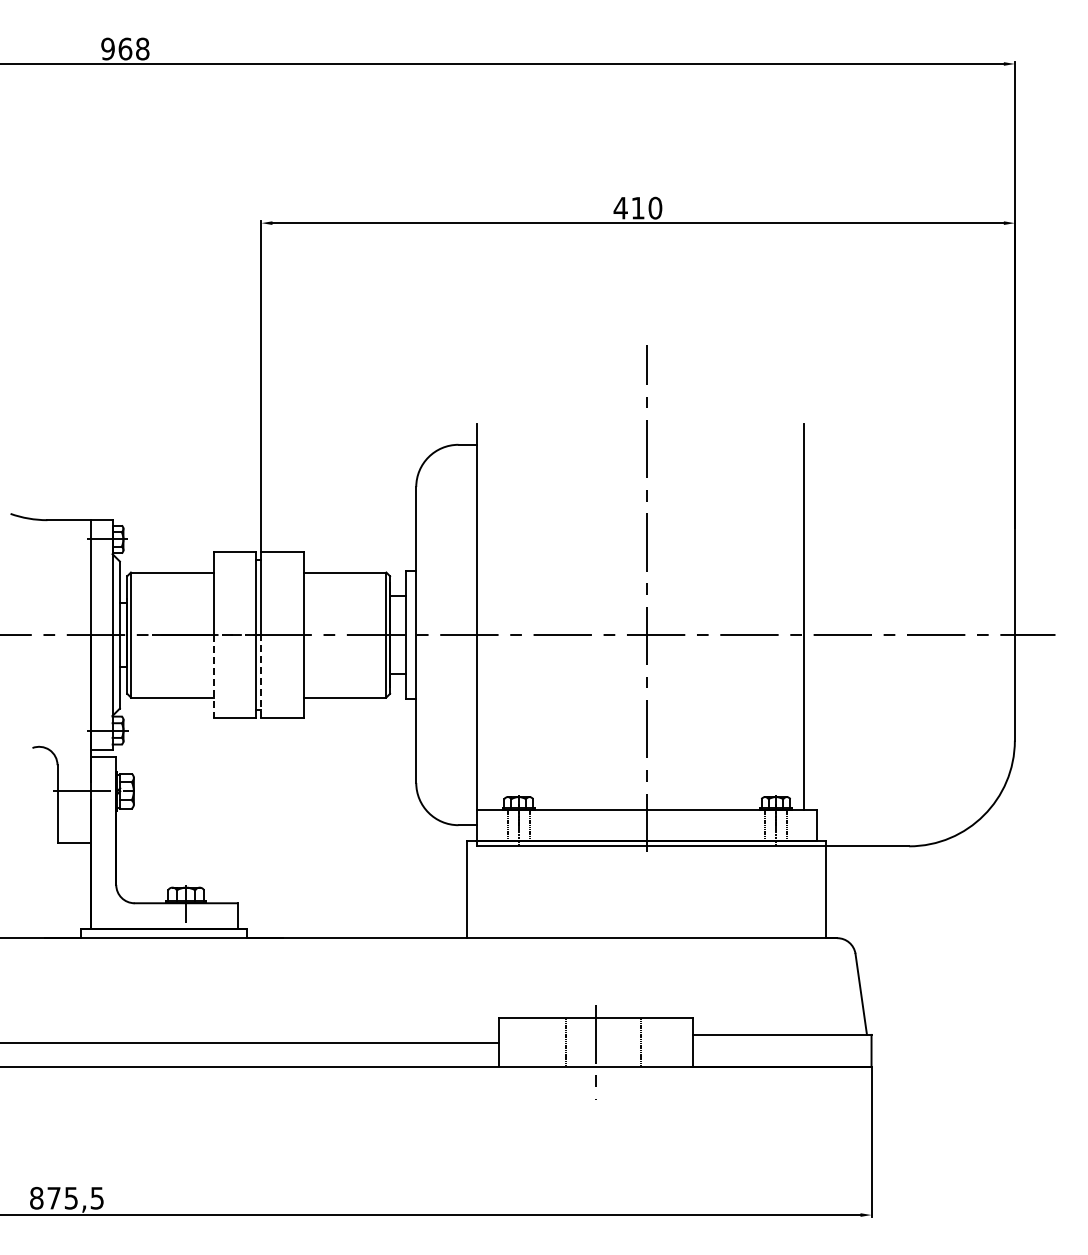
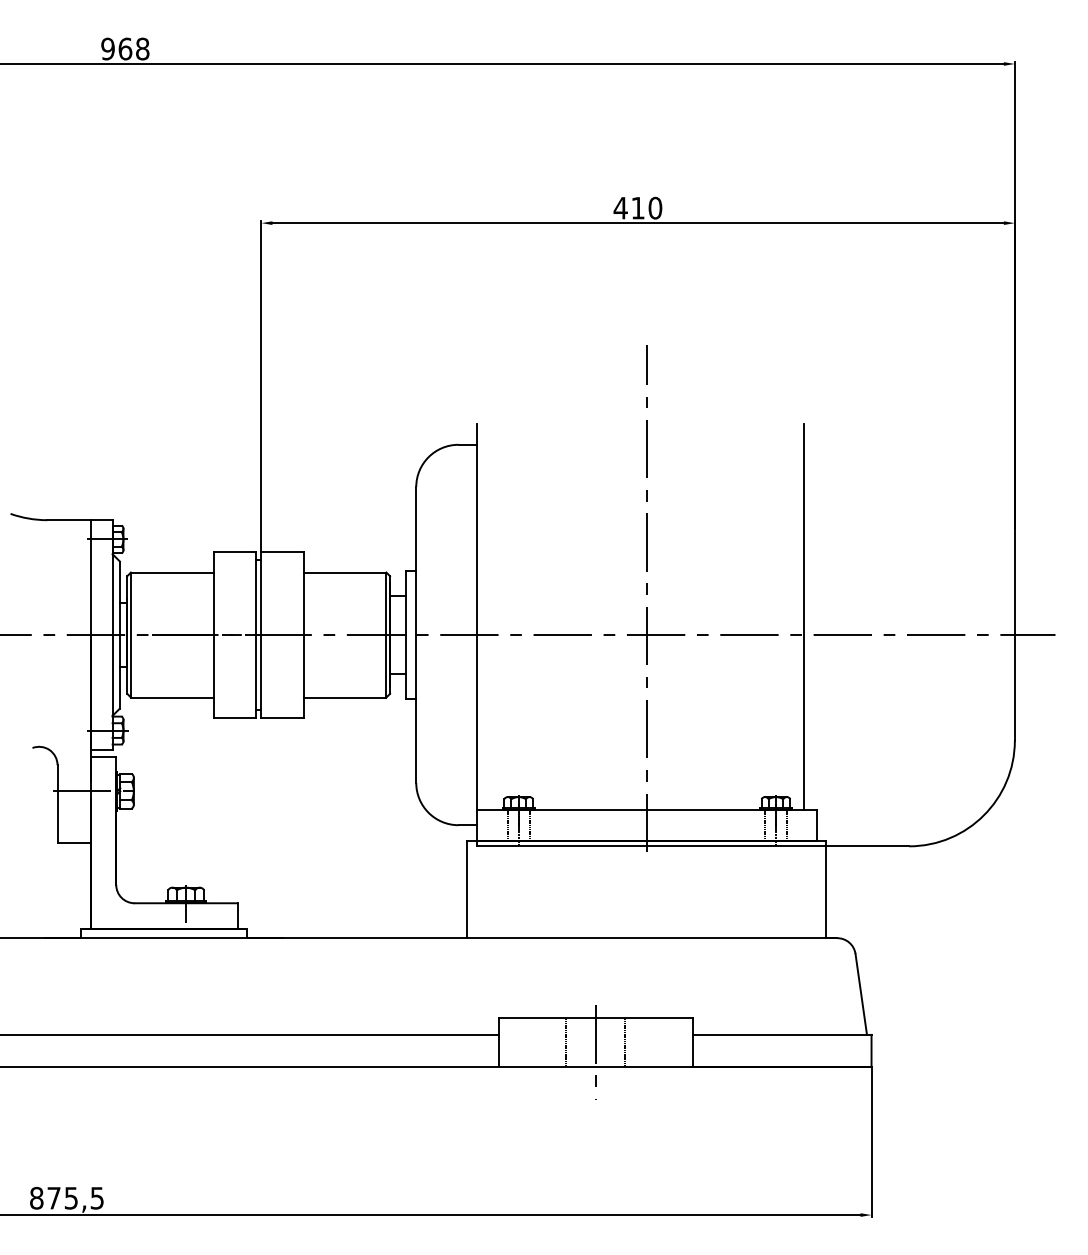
line at (261, 675): dashed -> solid
line at (213, 676): dashed -> solid
line at (641, 1041) position: (641, 1041) -> (625, 1041)
line at (250, 1042) position: (250, 1042) -> (250, 1034)
